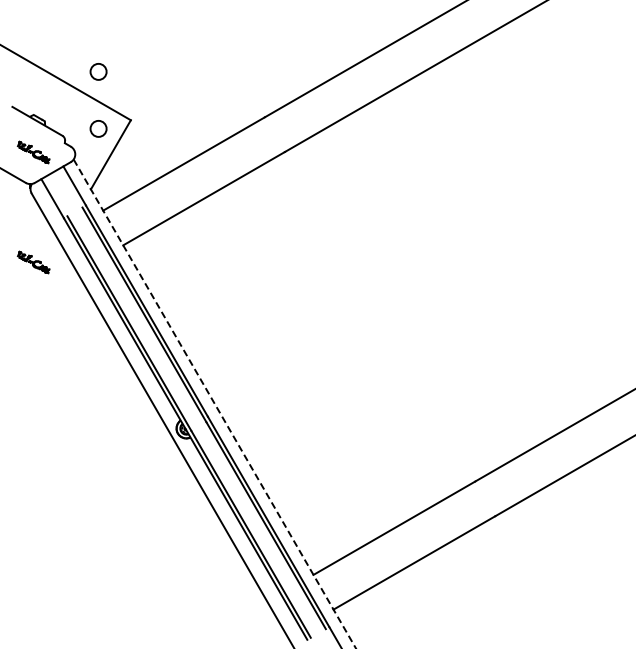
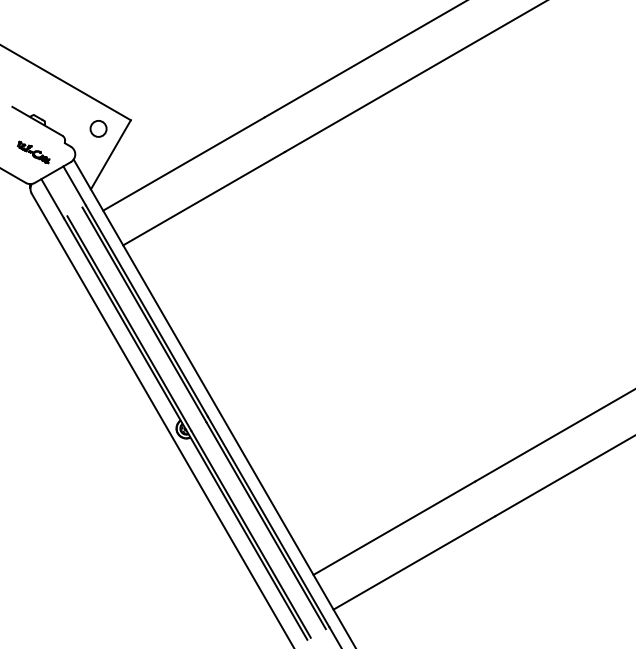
circle at (98, 71): present -> none
part at (33, 262): present -> none
line at (215, 404): dashed -> solid
